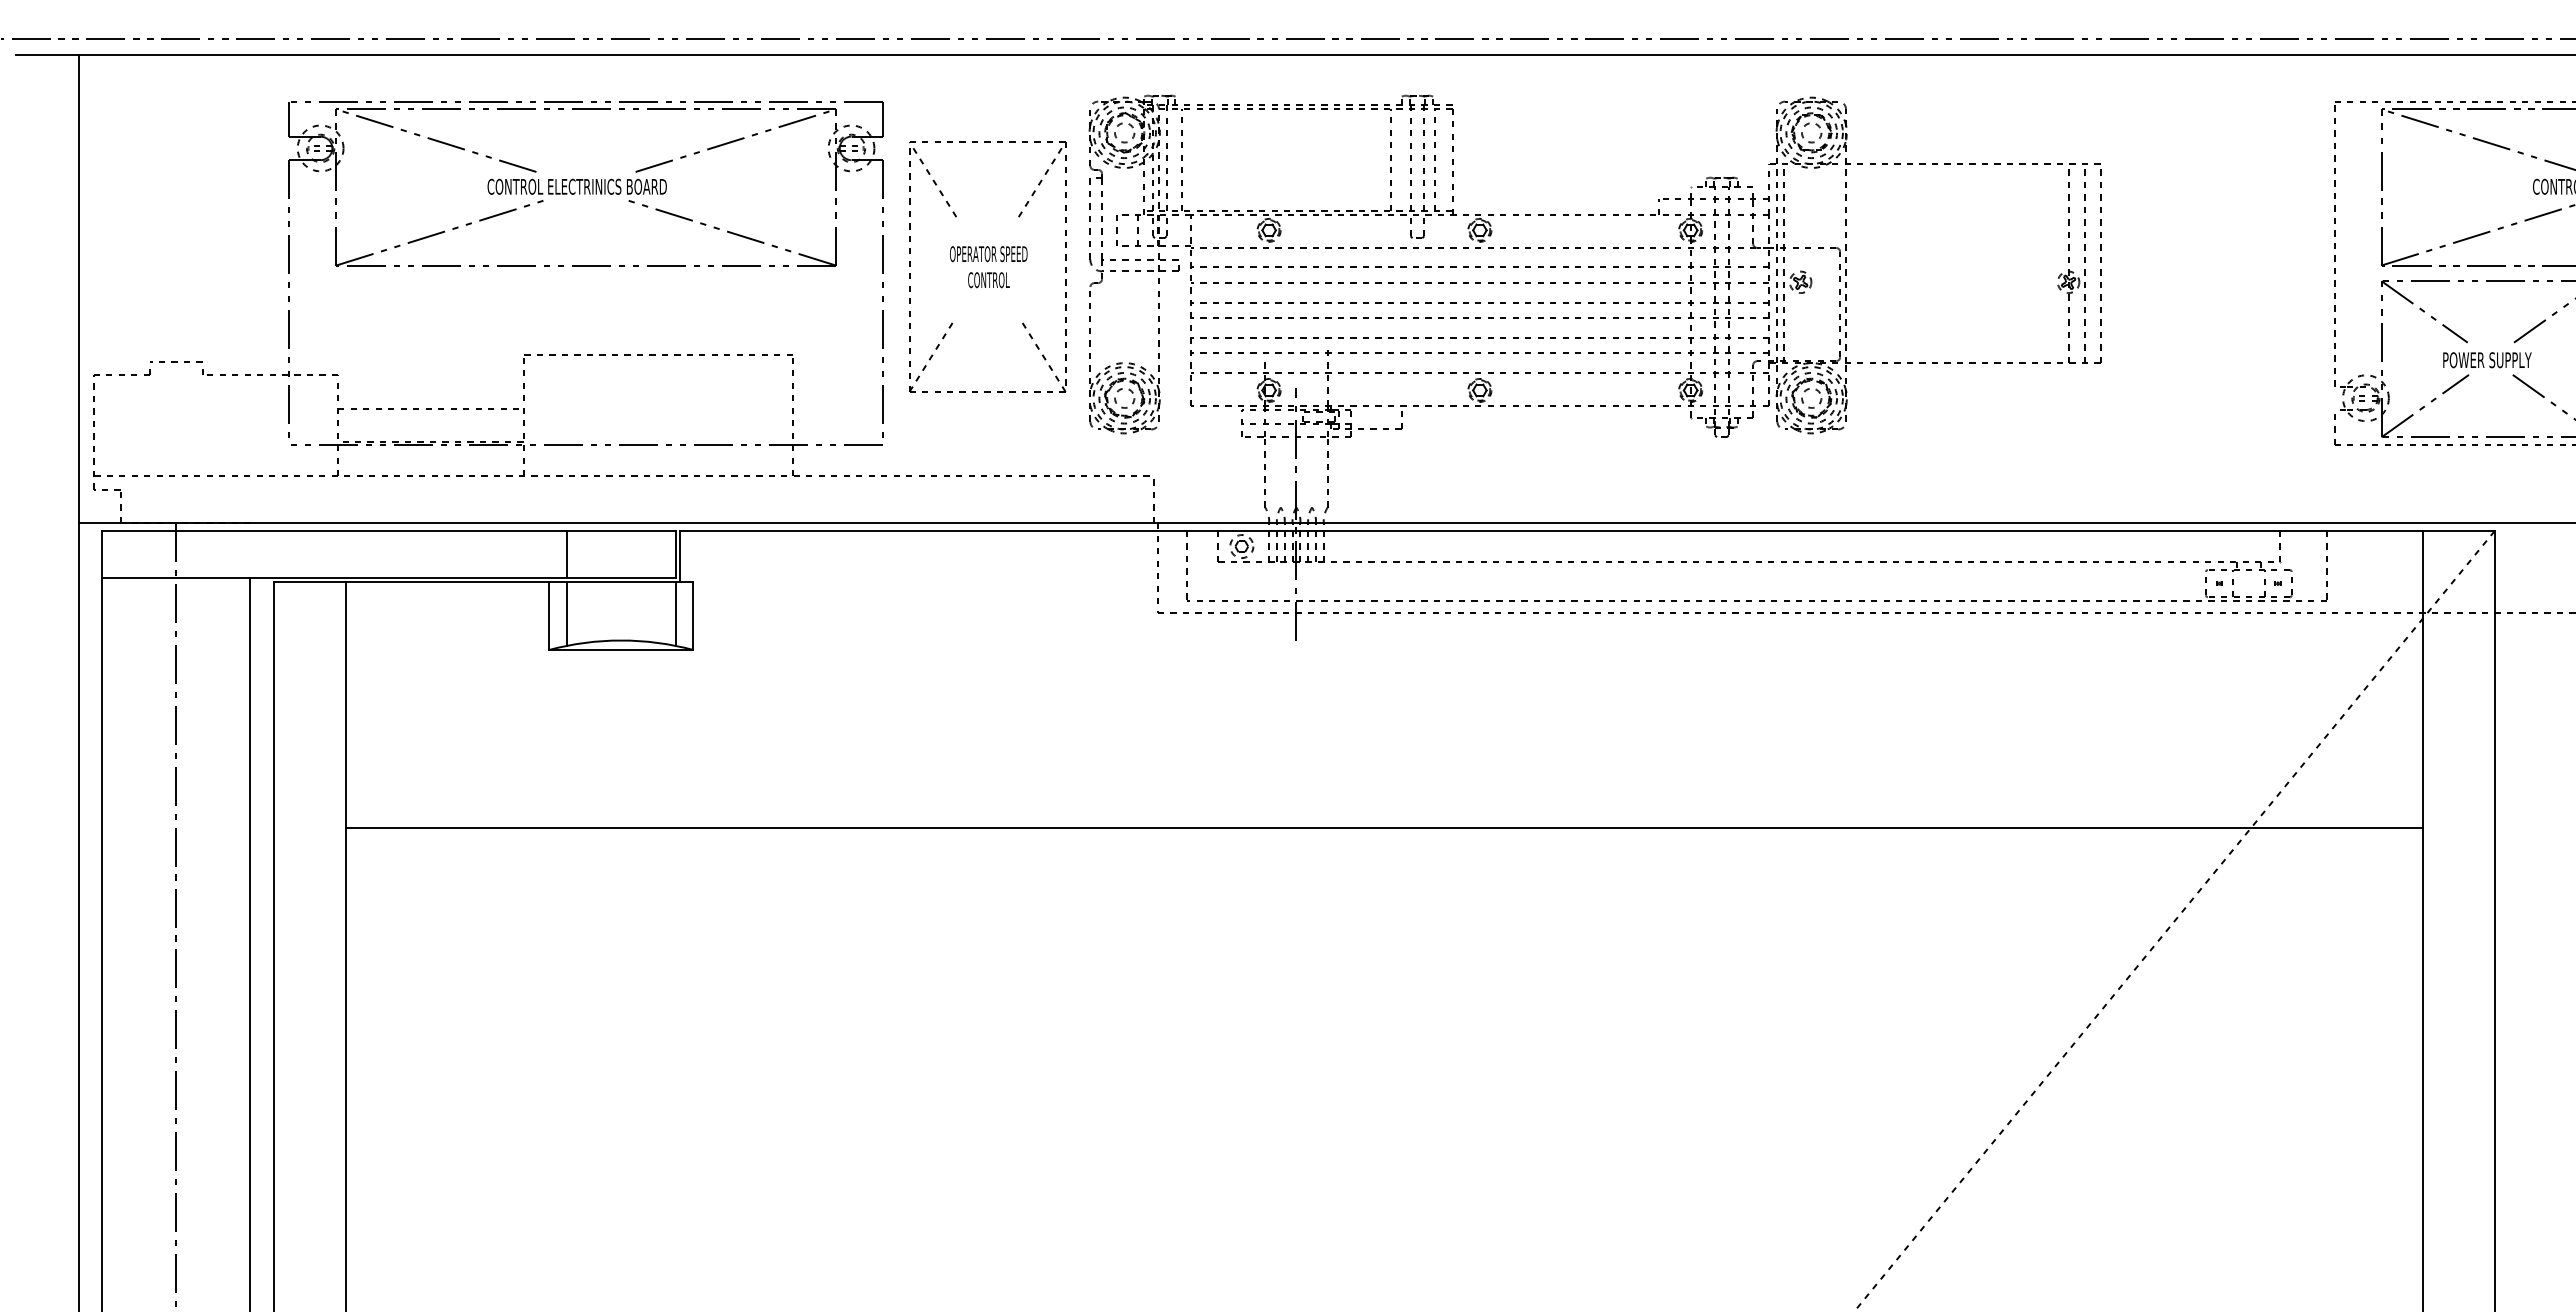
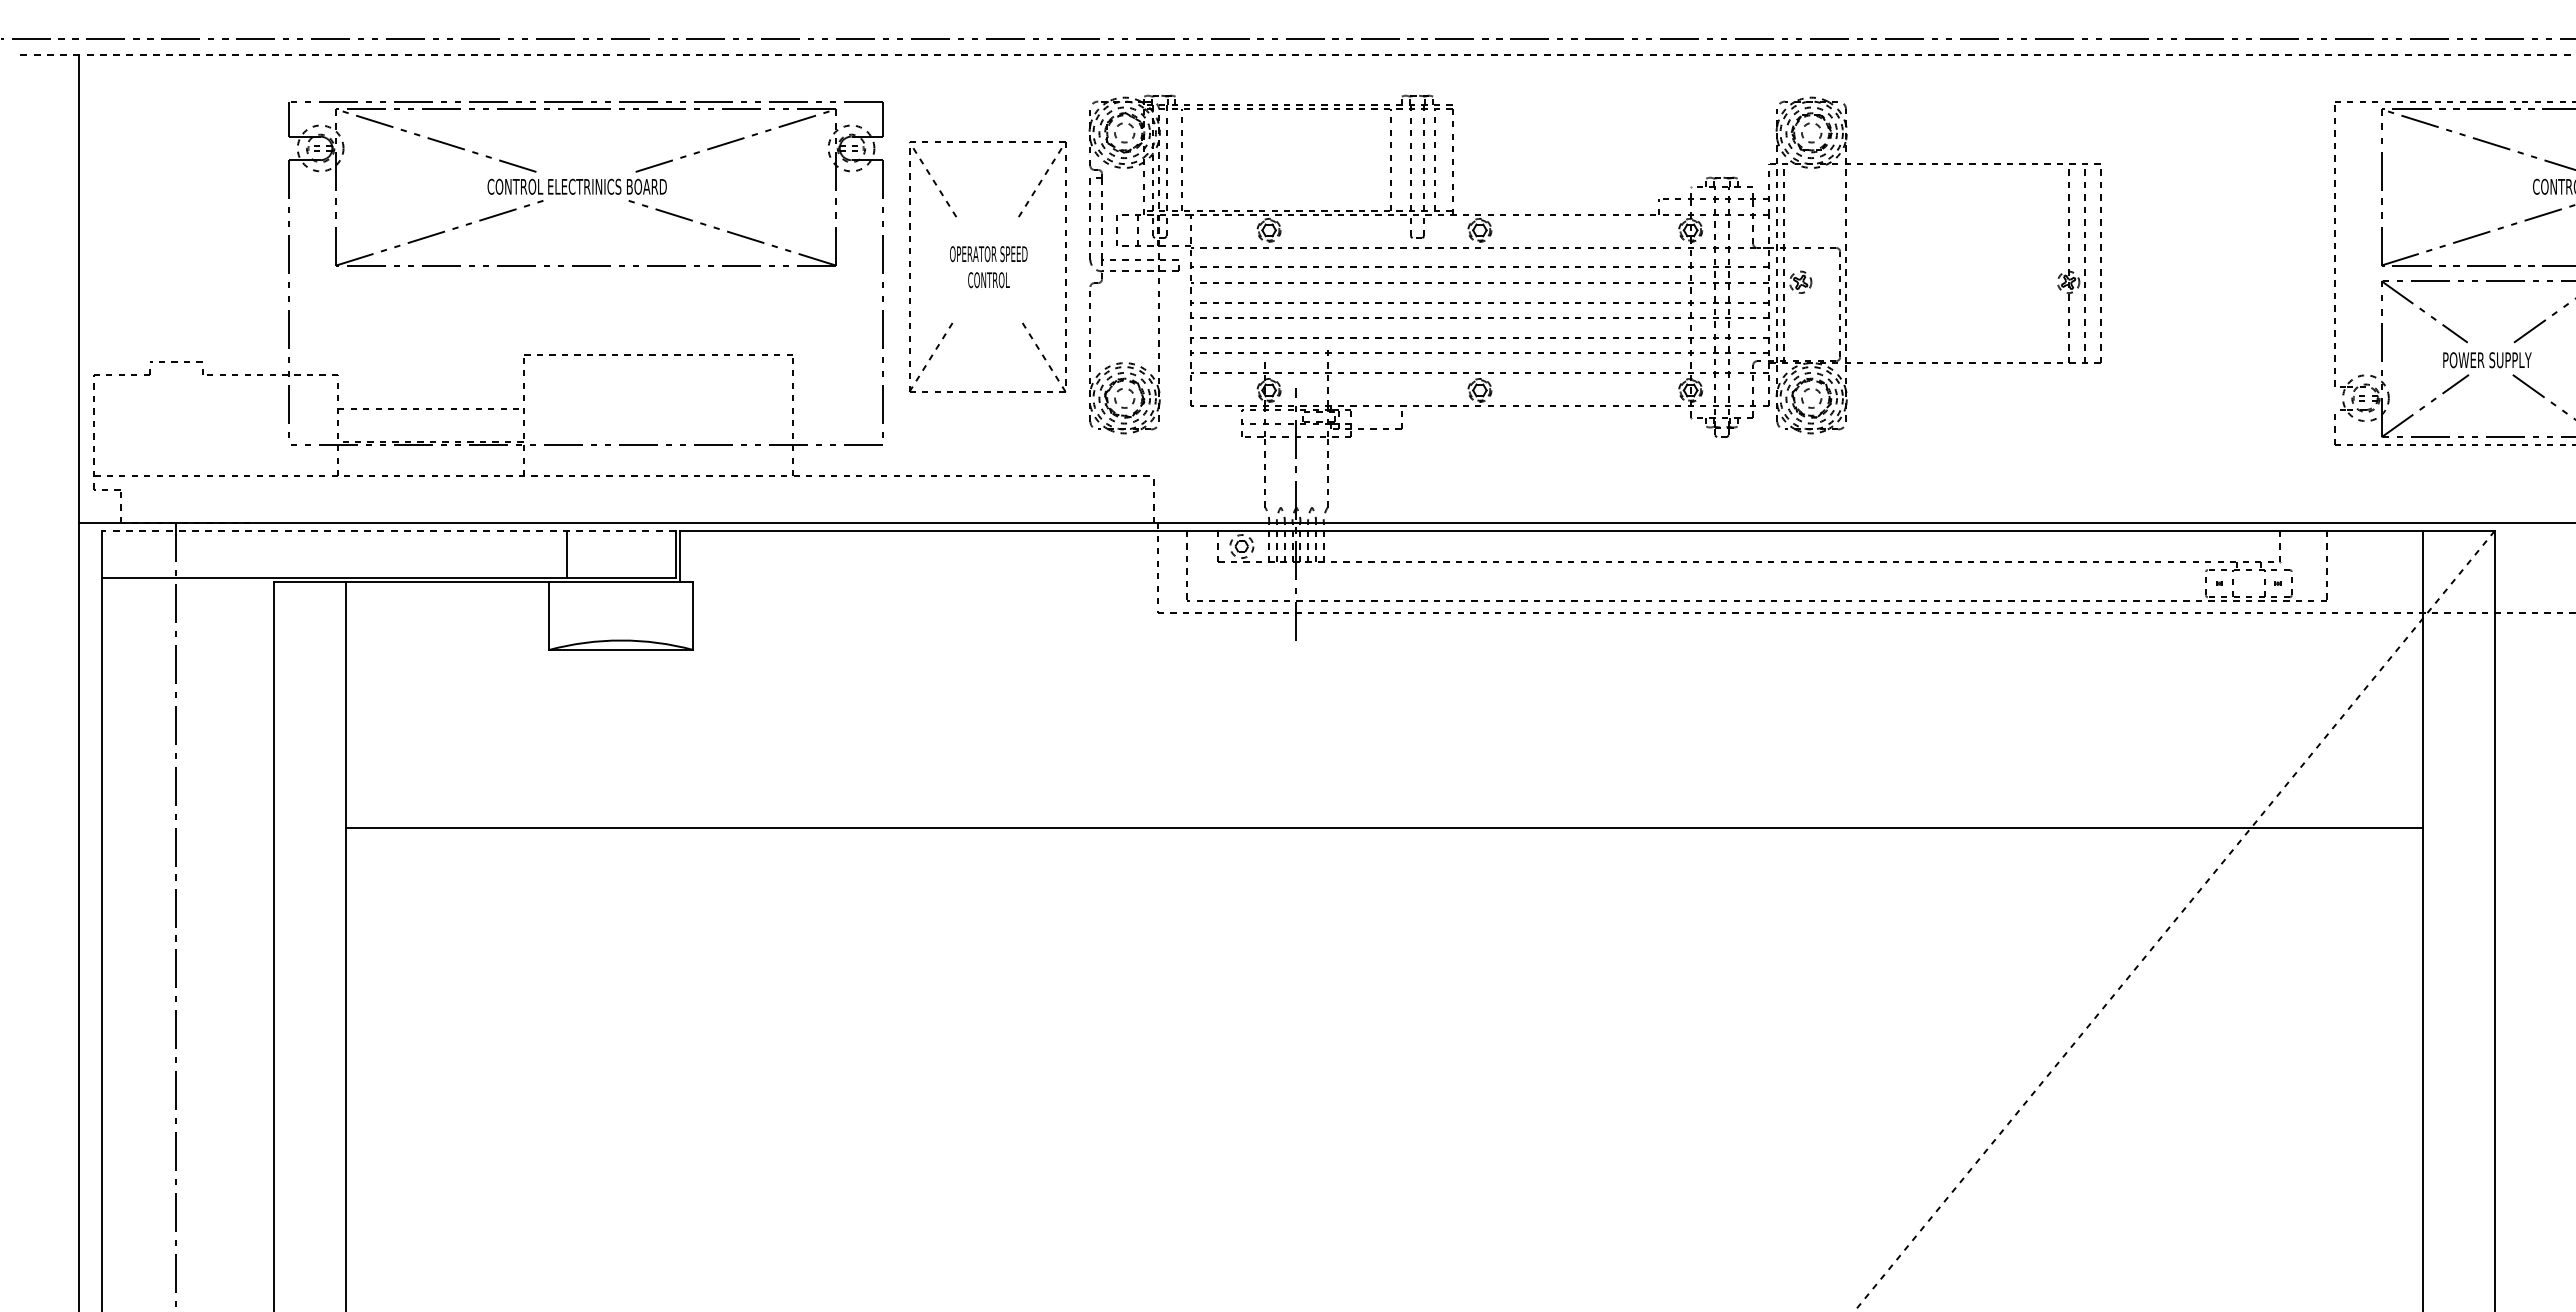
line at (1295, 54): solid -> dashed
line at (388, 530): solid -> dashed
line at (566, 613): present -> none
line at (675, 613): present -> none
line at (250, 942): present -> none
